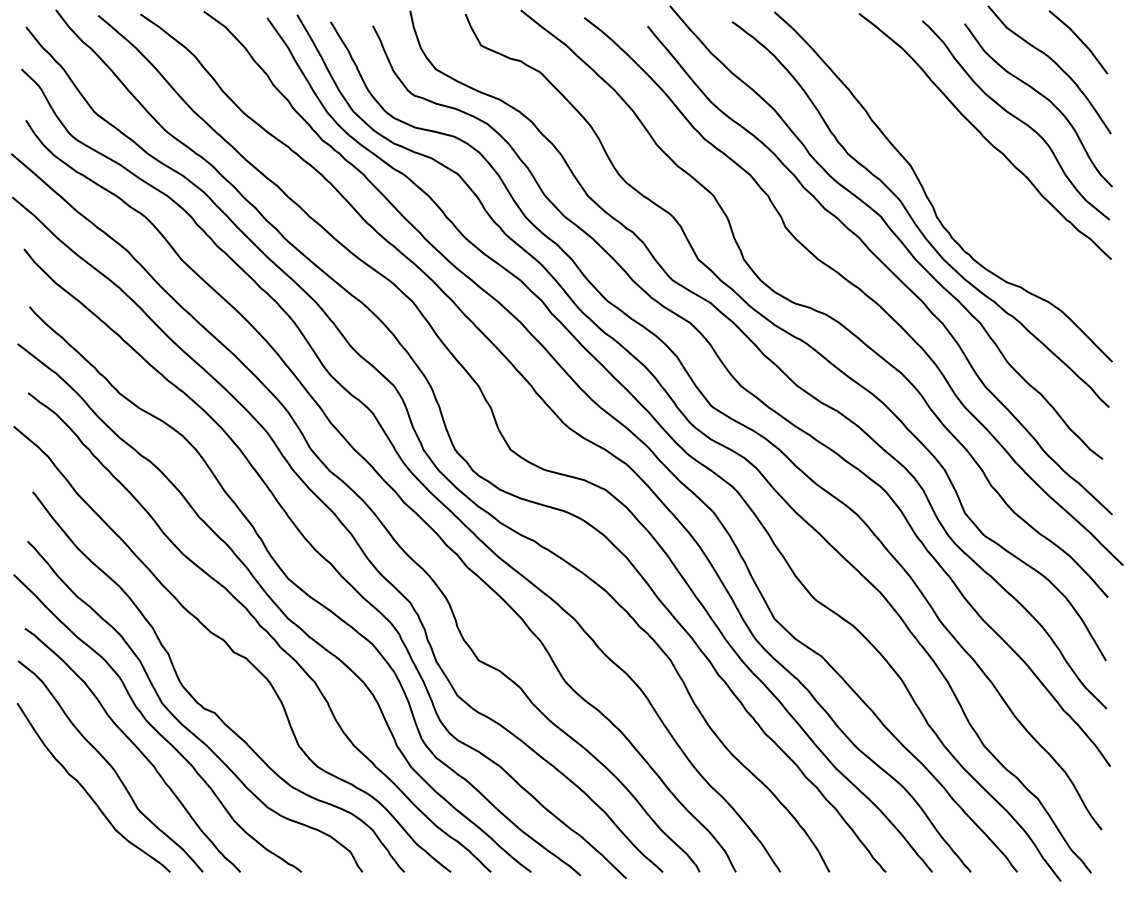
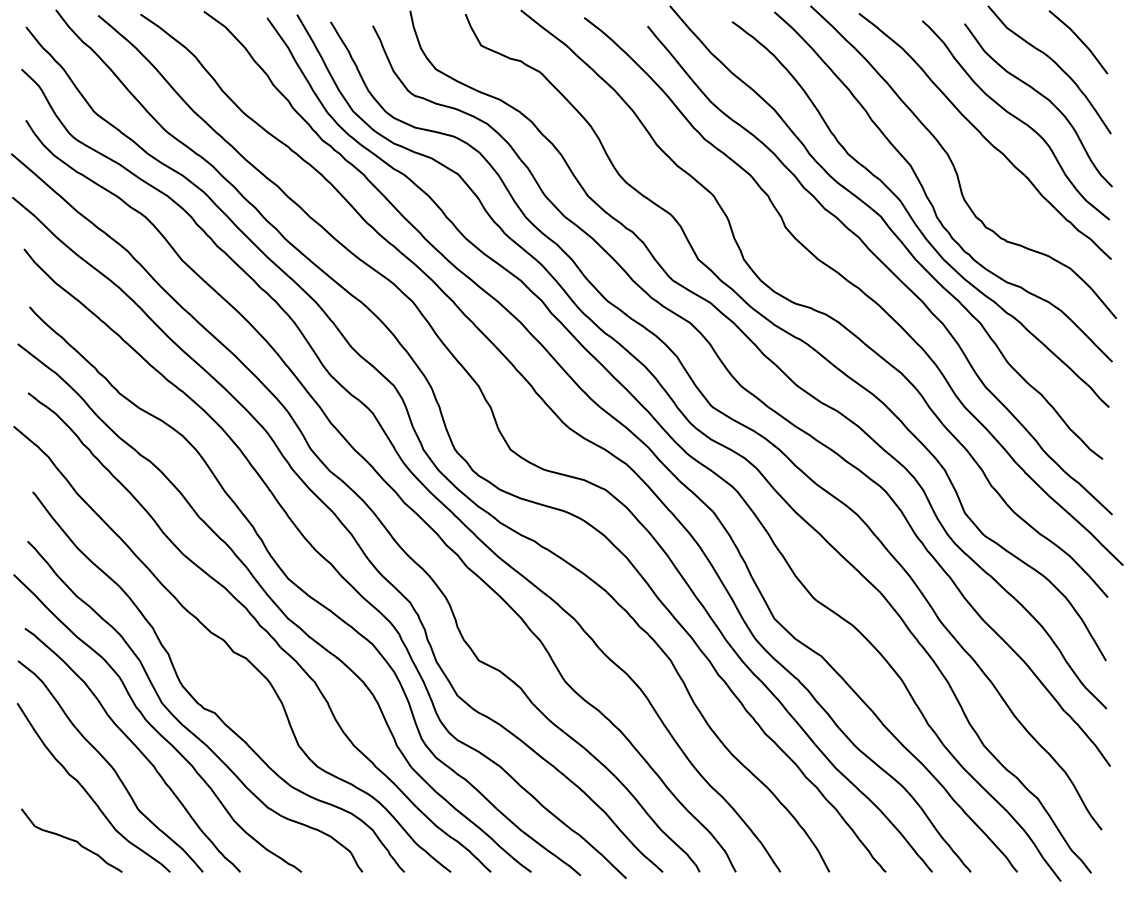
curve at (954, 165): none -> present
curve at (71, 840): none -> present
